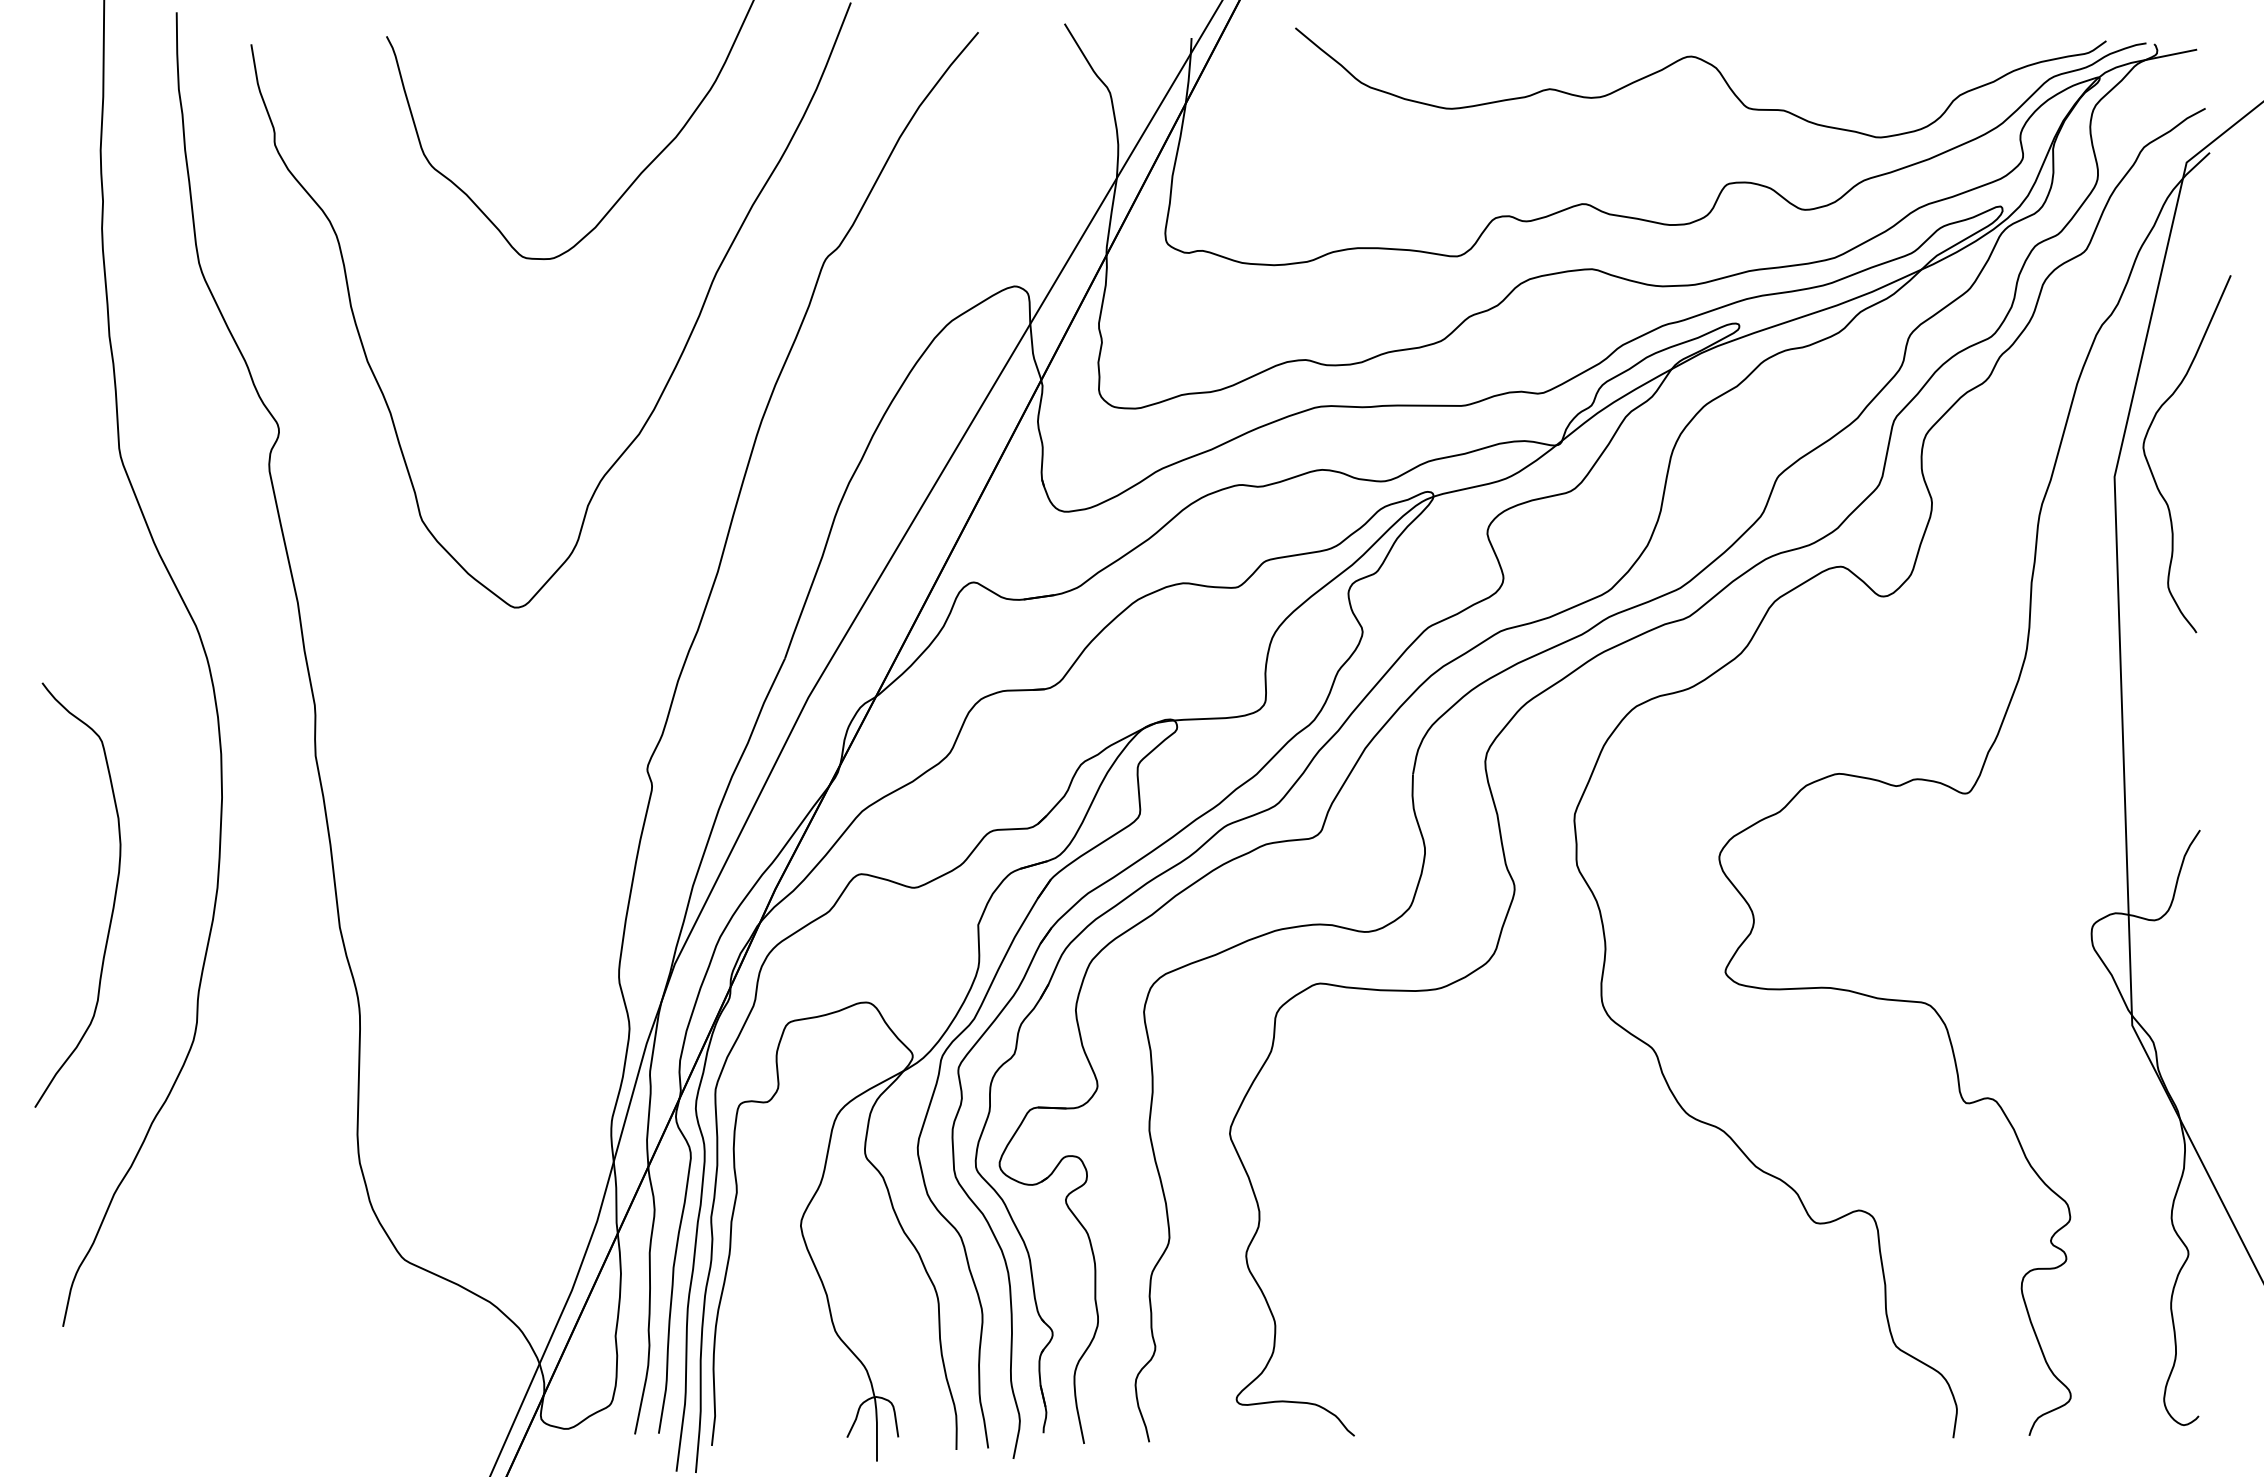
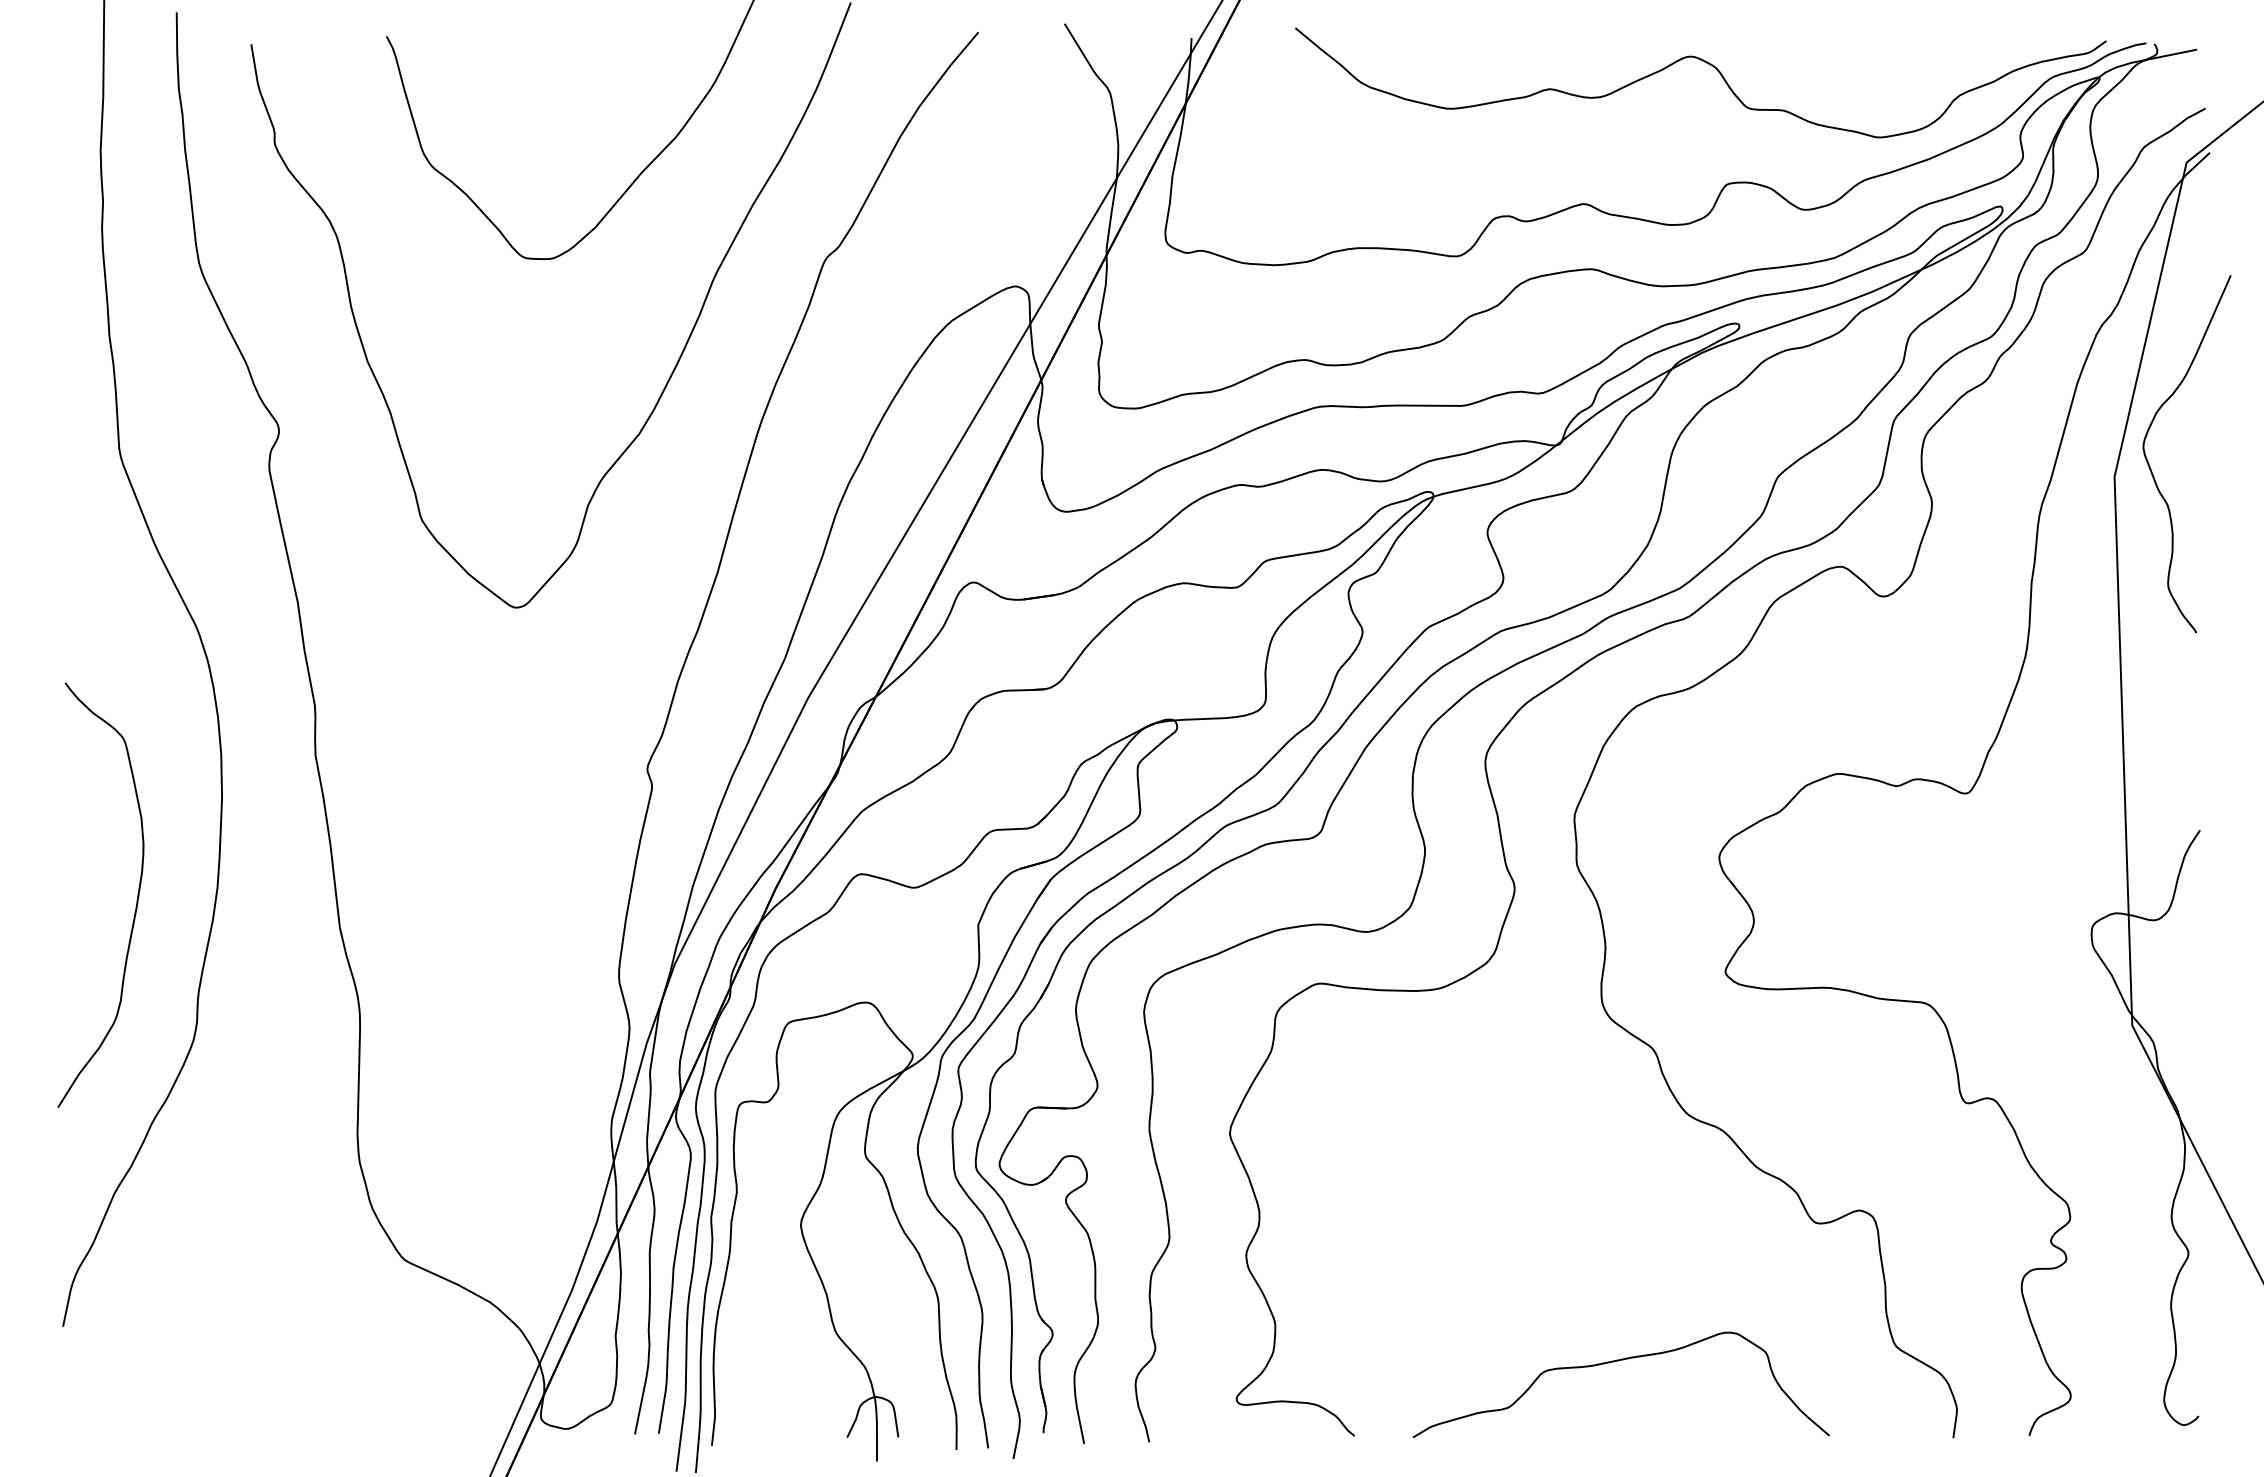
curve at (113, 900) position: (113, 900) -> (136, 900)
curve at (1614, 1362): none -> present
